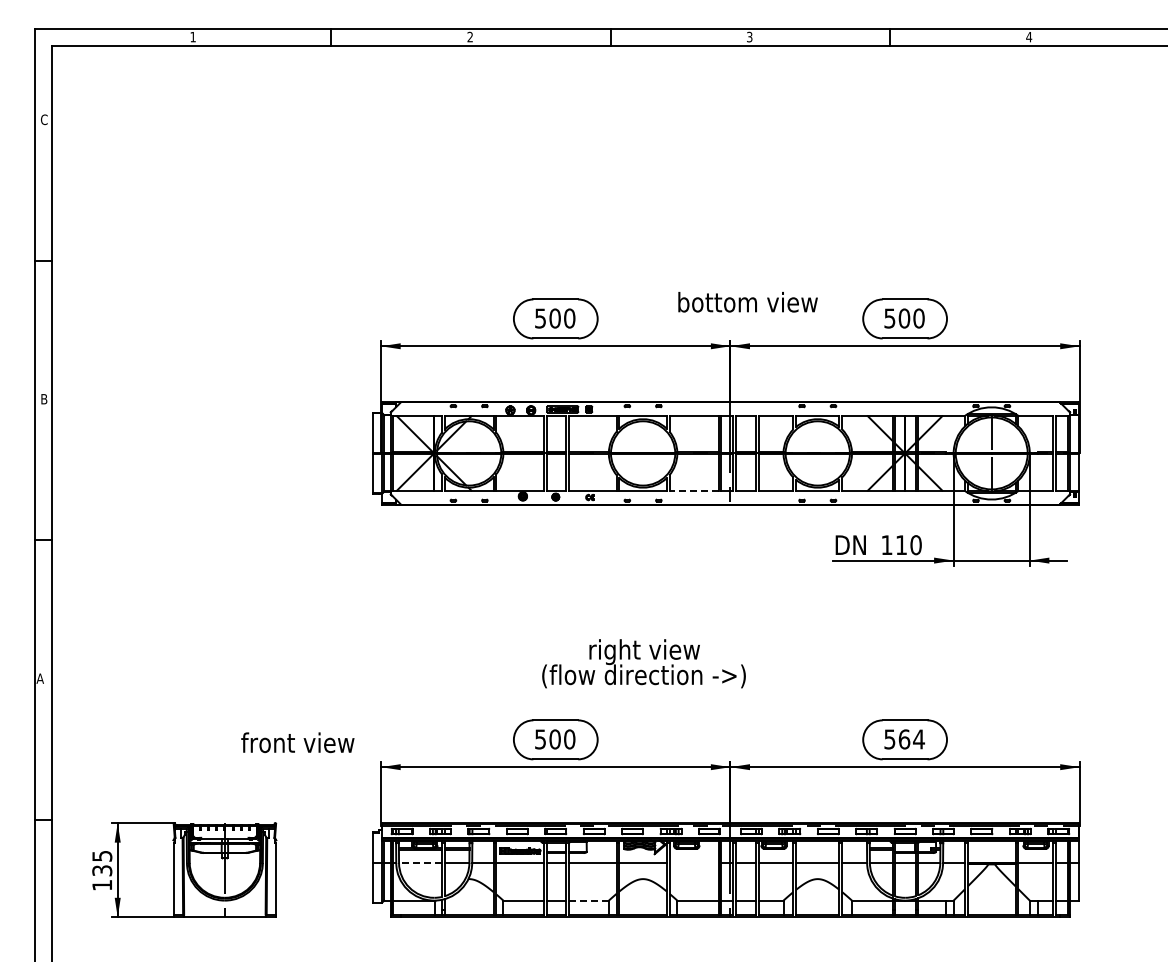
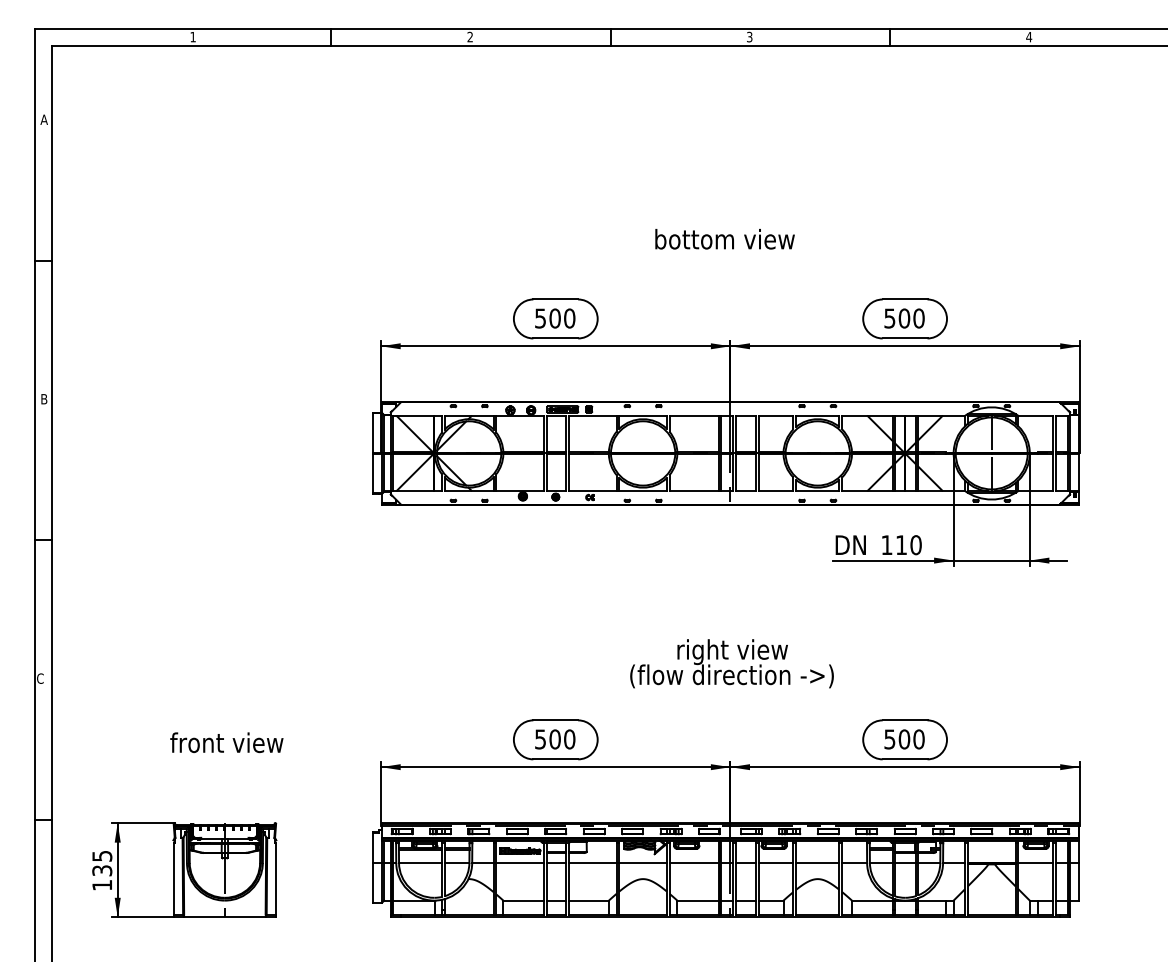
text at (43, 119): C -> A
text at (747, 302) position: (747, 302) -> (724, 239)
line at (693, 490): dashed -> solid
text at (643, 663) position: (643, 663) -> (731, 663)
text at (39, 678): A -> C
text at (911, 739): 564 -> 500
text at (297, 742) position: (297, 742) -> (226, 742)
line at (419, 862): dashed -> solid
line at (693, 862): none -> present
line at (588, 900): dashed -> solid
